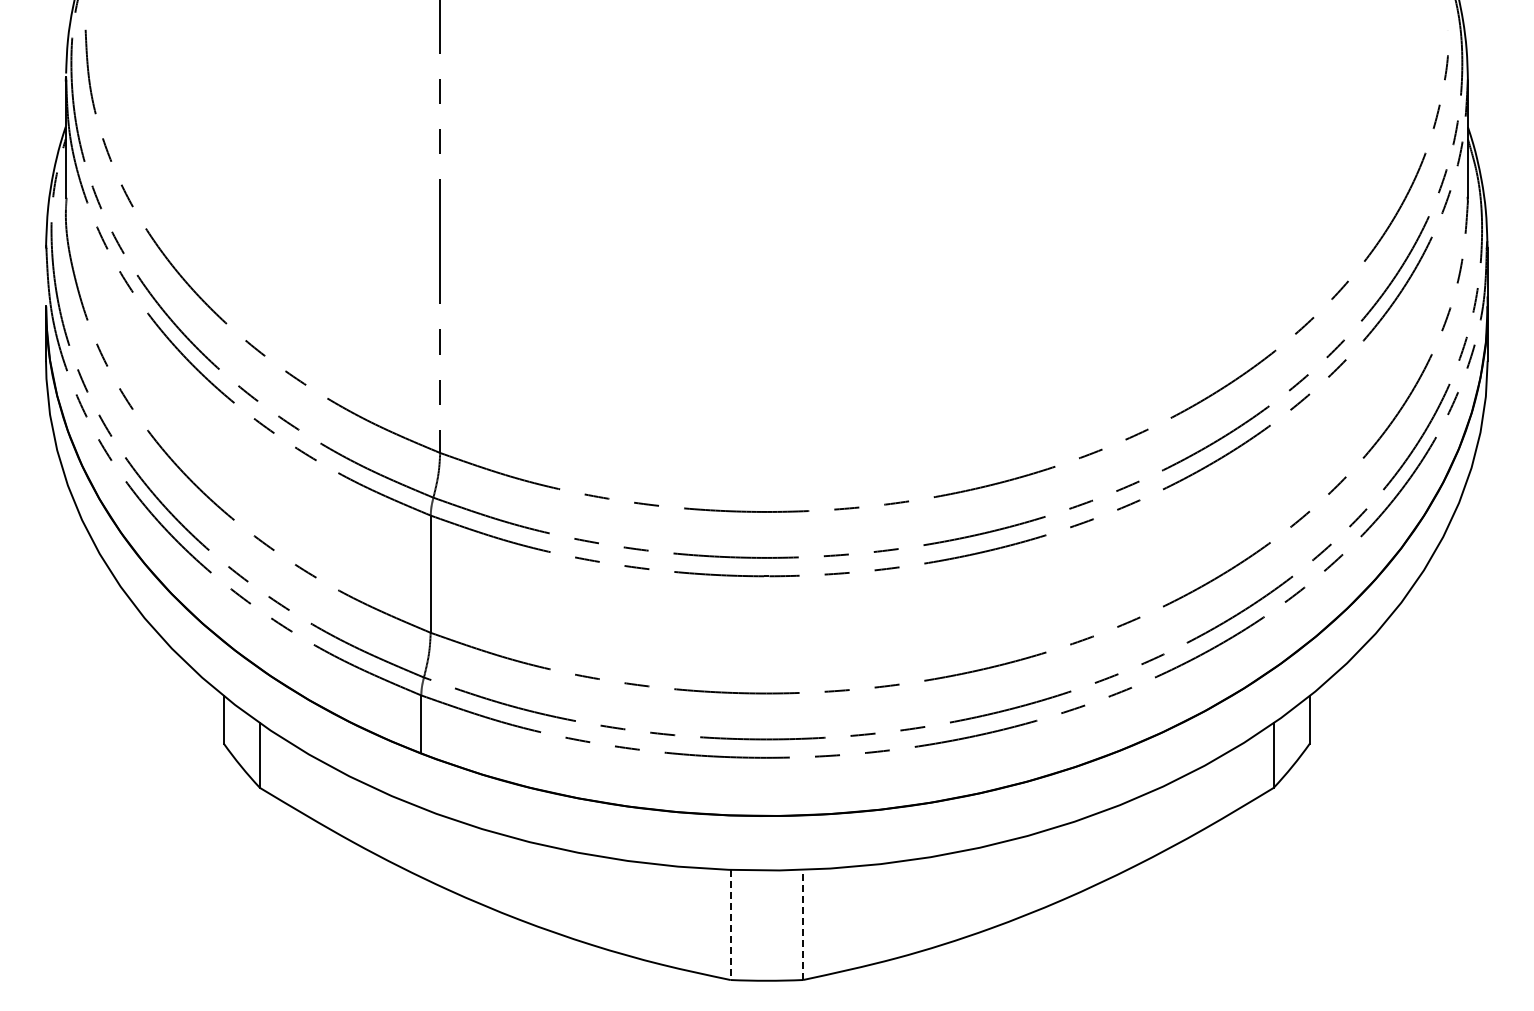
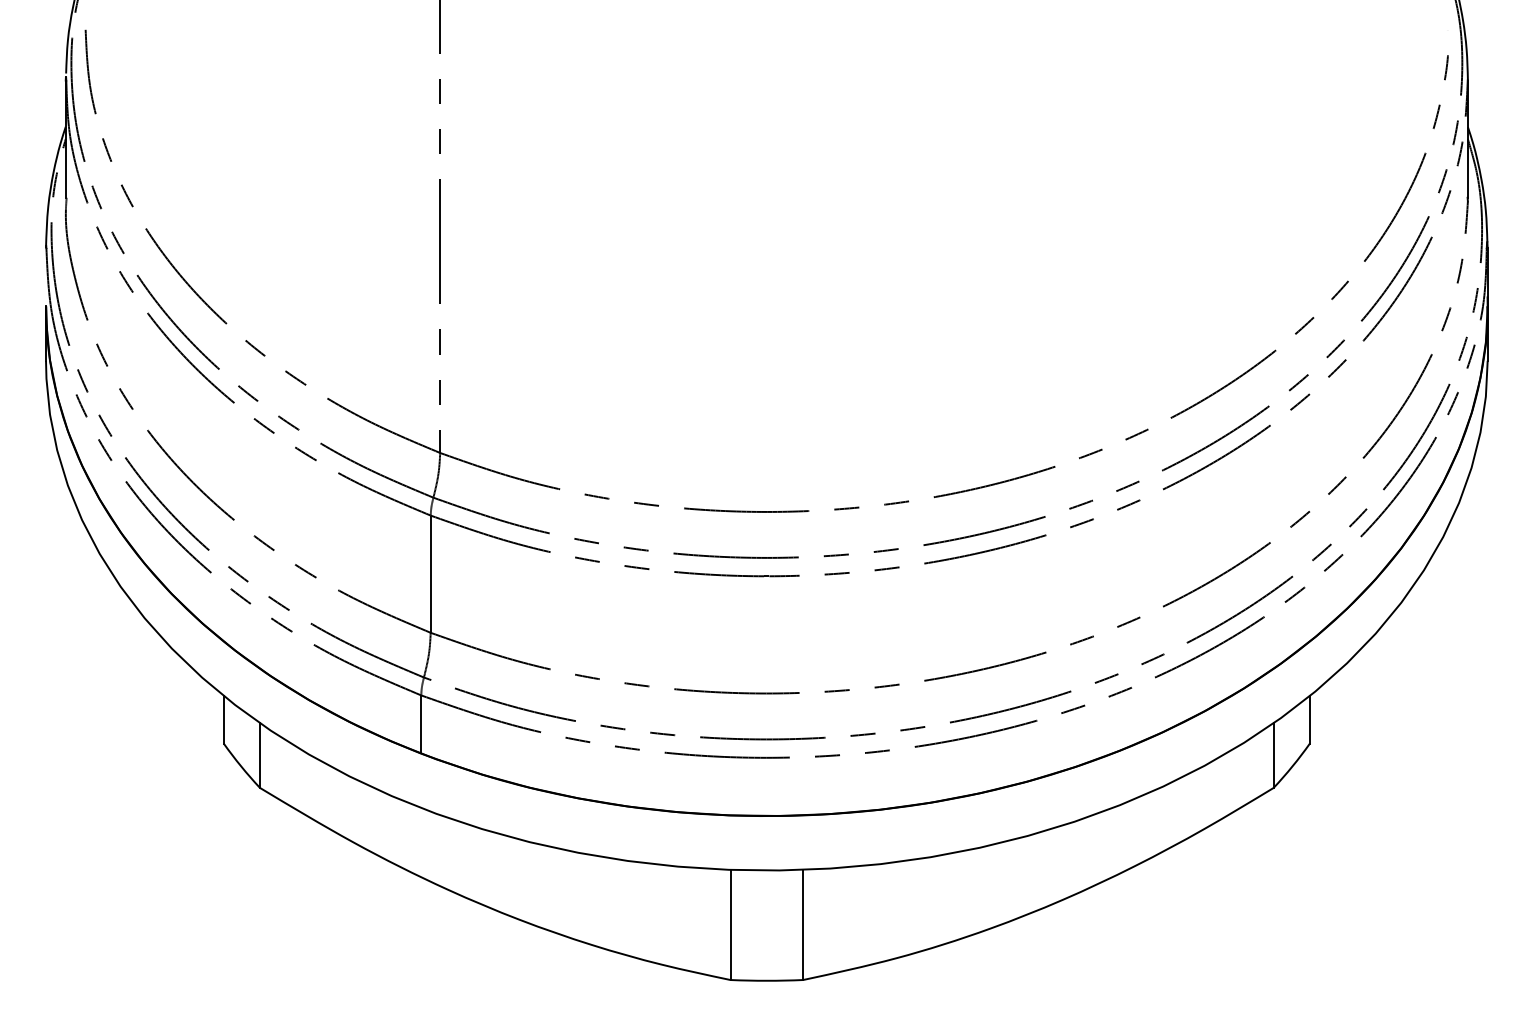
line at (803, 924): dashed -> solid
line at (730, 925): dashed -> solid
